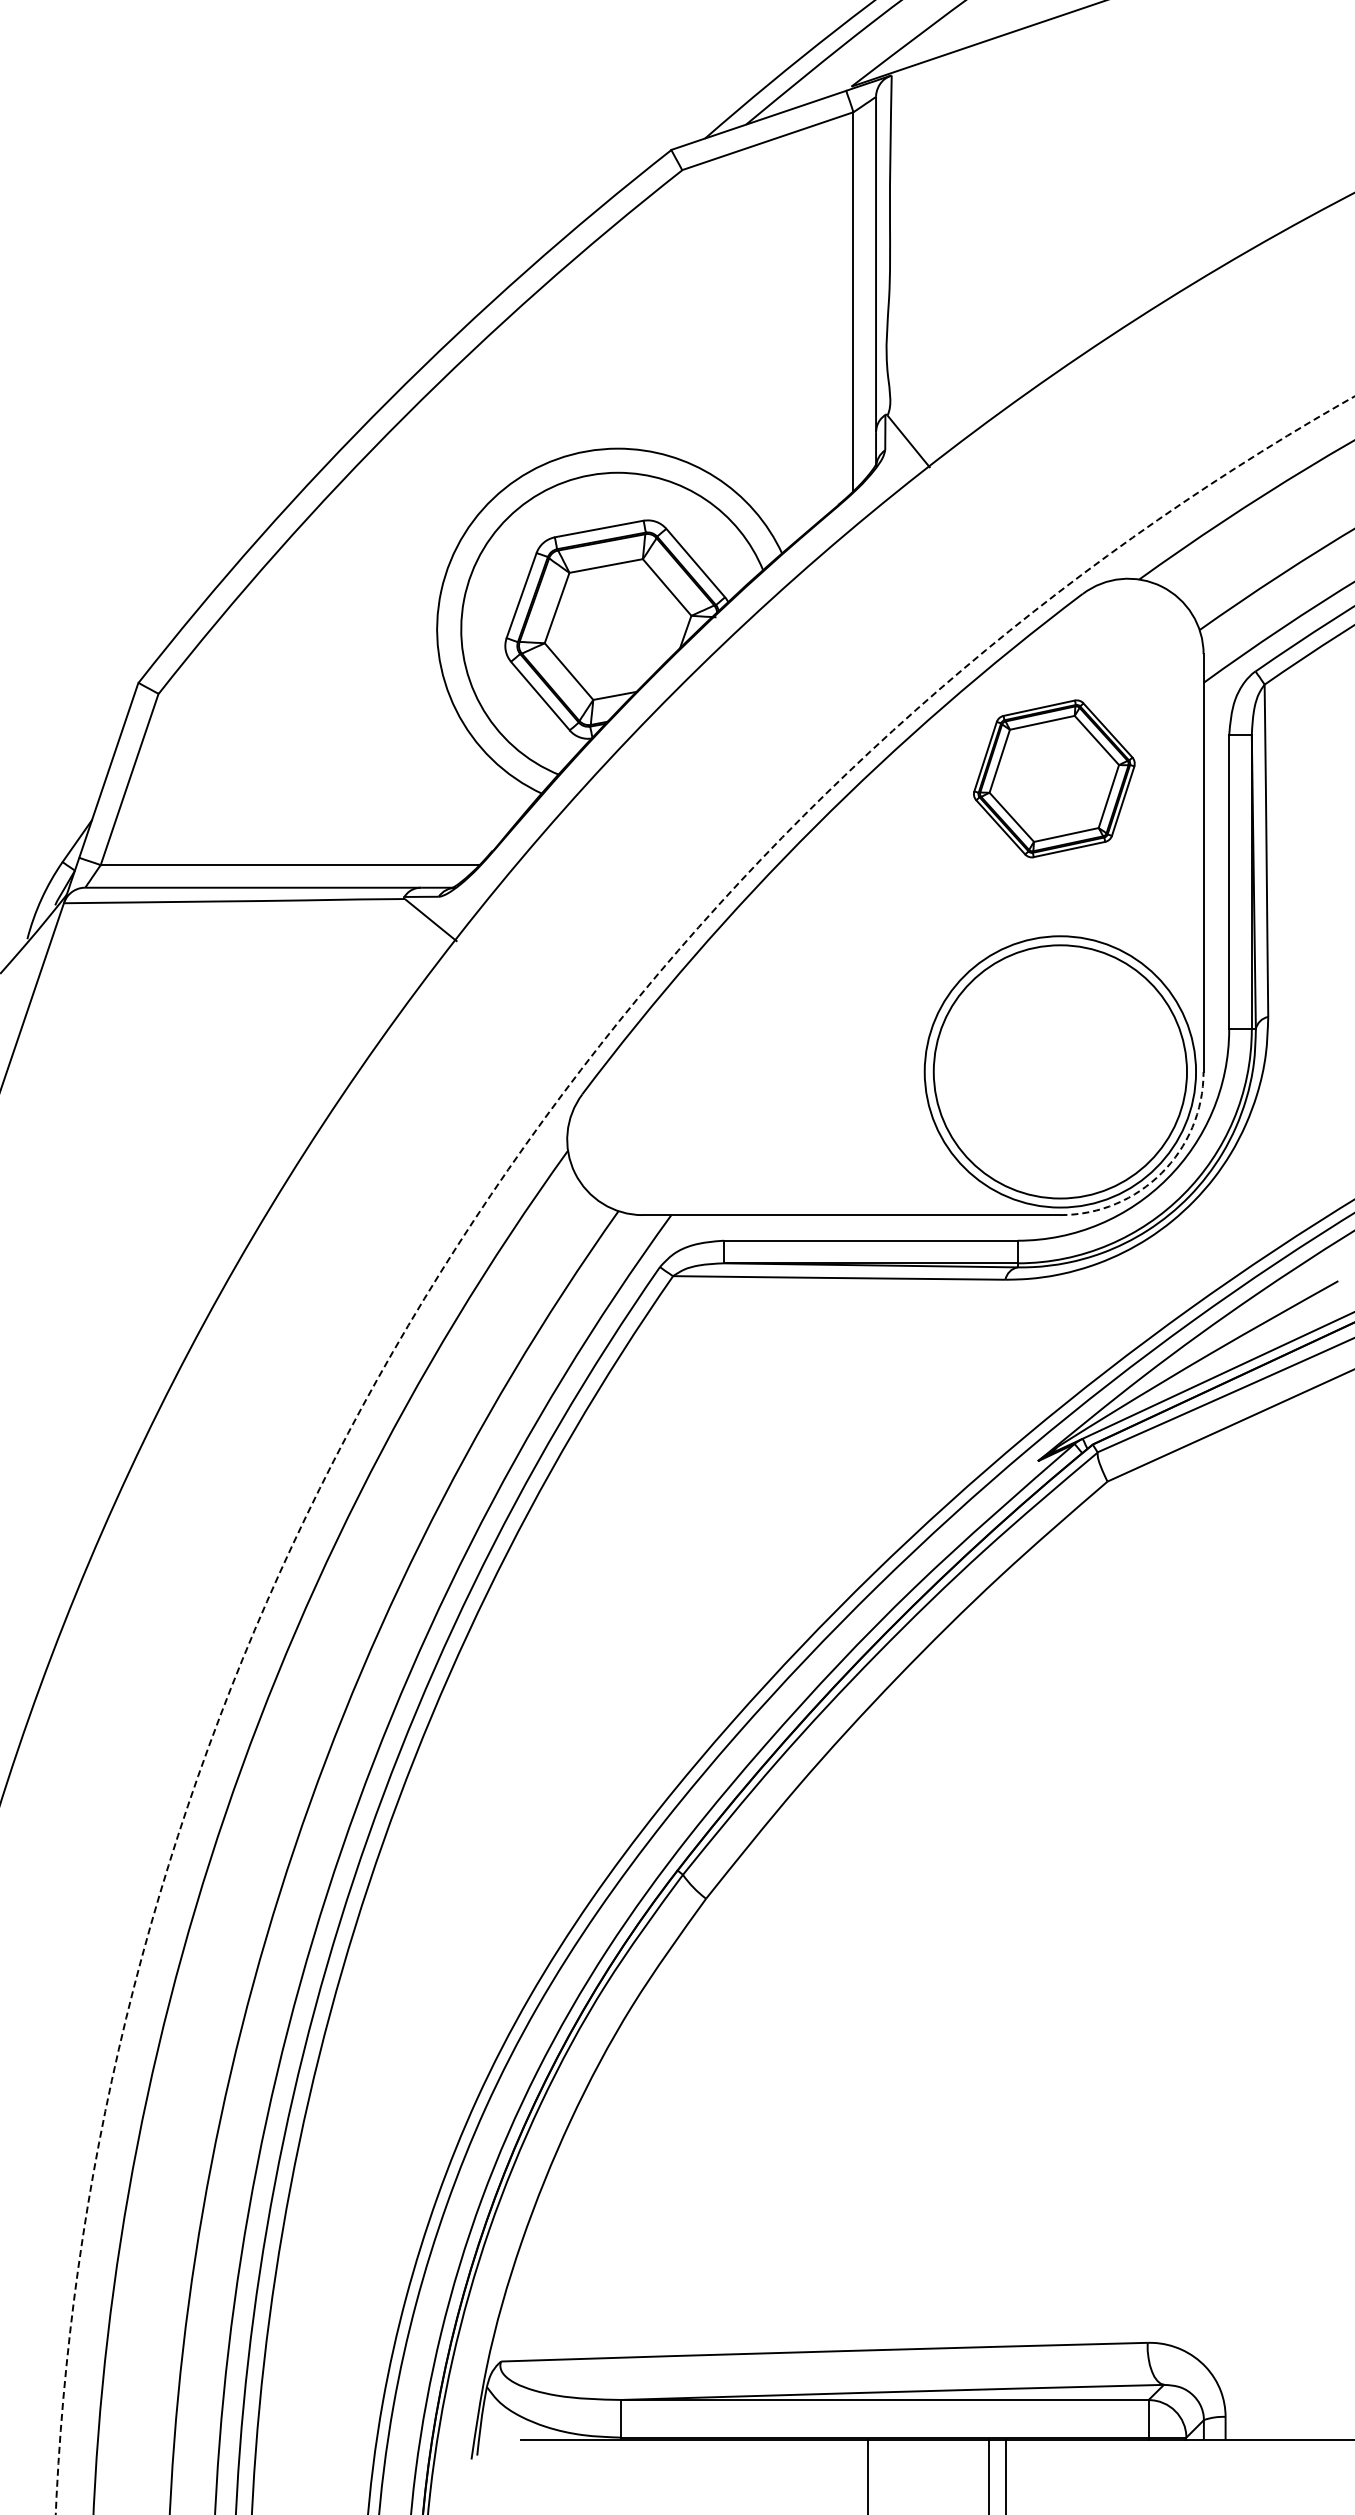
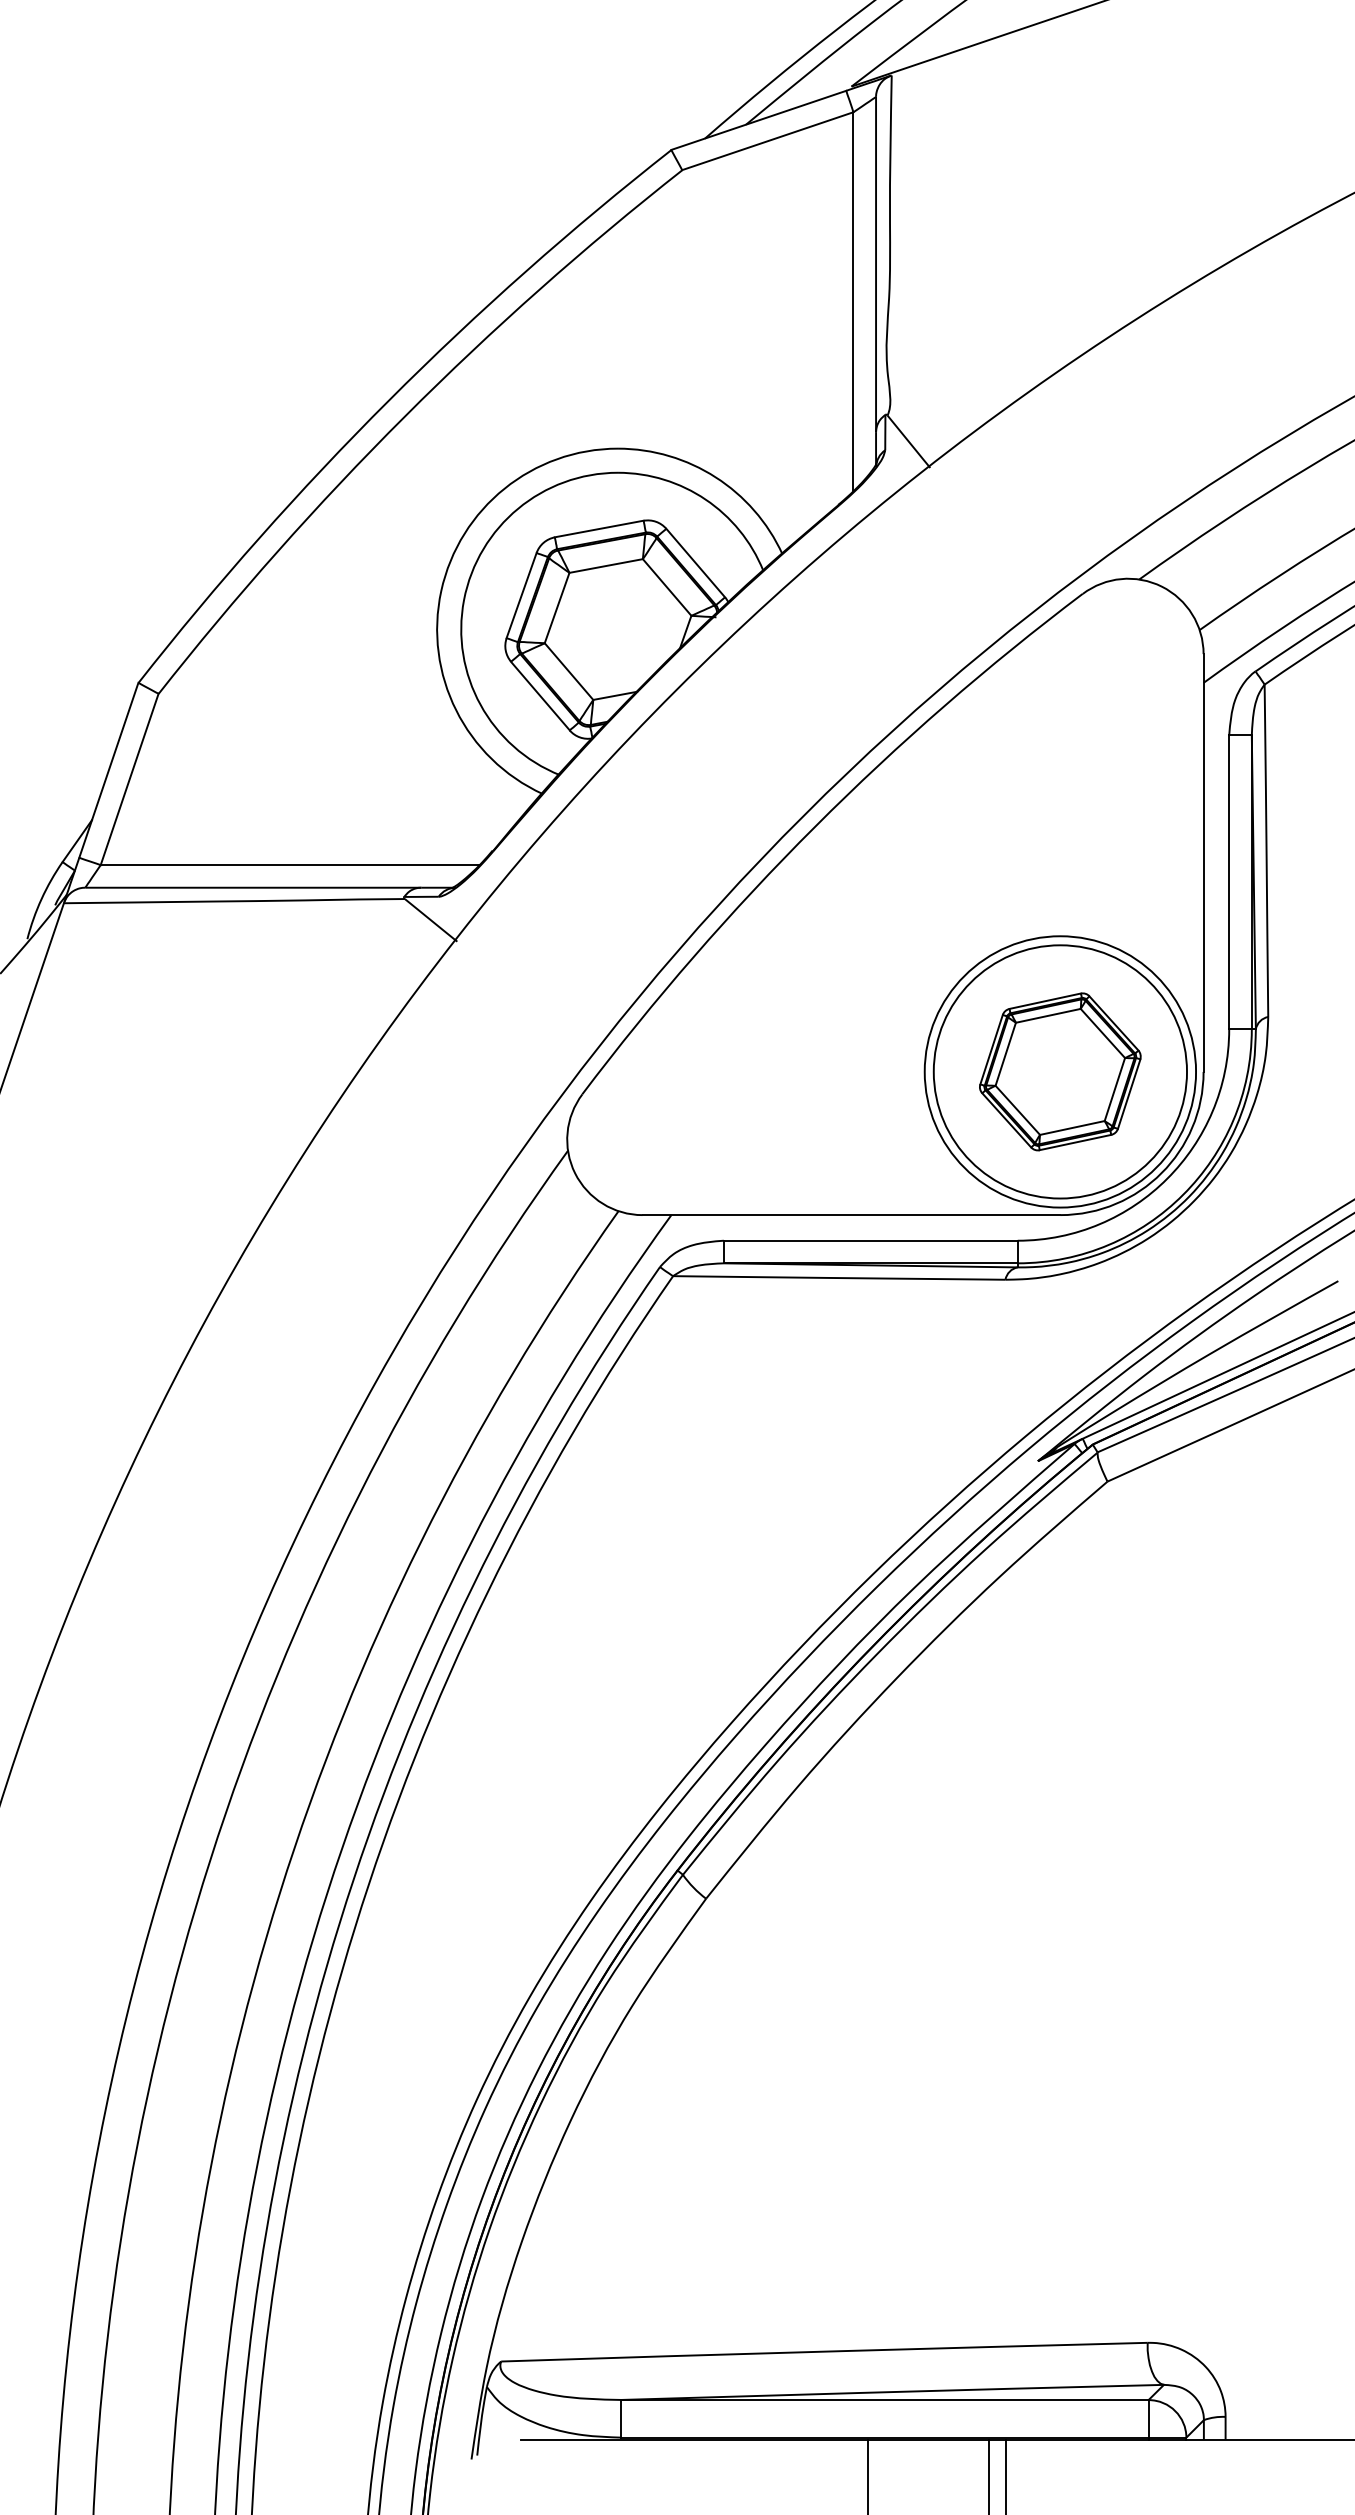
part at (1054, 778) position: (1054, 778) -> (1060, 1071)
arc at (1161, 1173): dashed -> solid
circle at (704, 1455): dashed -> solid
